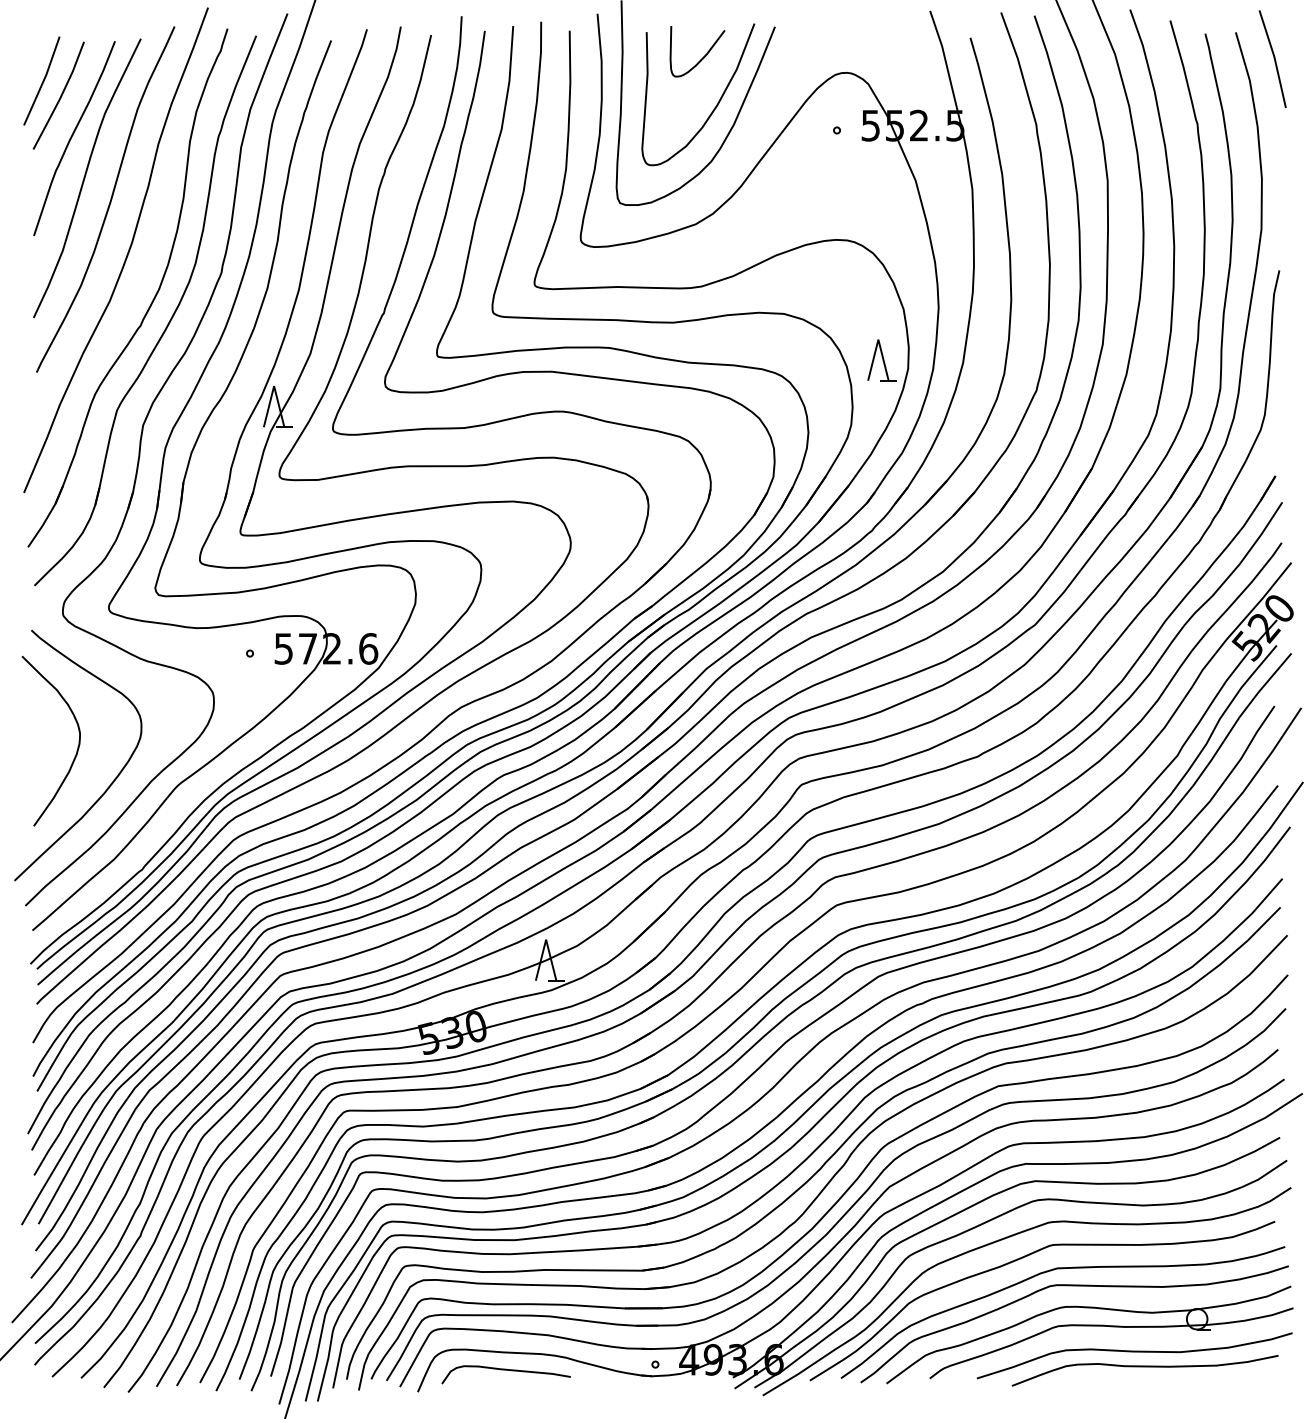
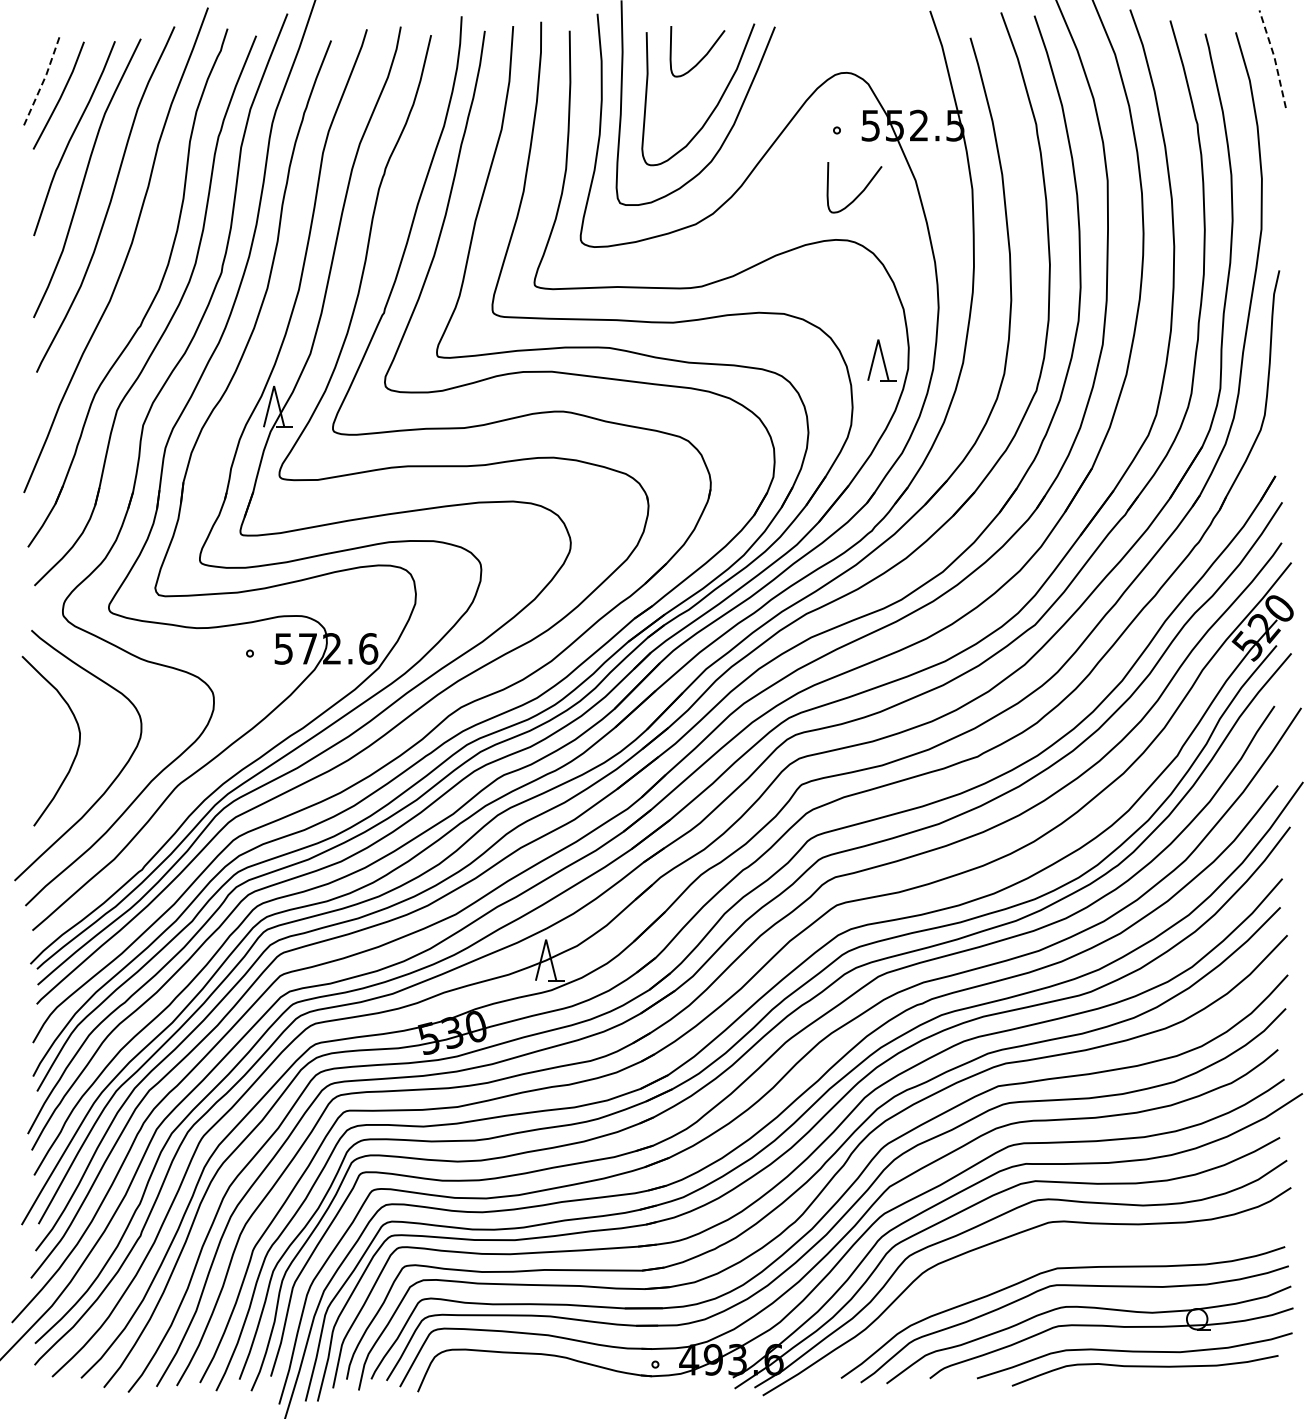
line at (1274, 57): solid -> dashed
line at (43, 81): solid -> dashed
curve at (860, 192): none -> present
curve at (1023, 1258): present -> none
curve at (505, 1370): present -> none
